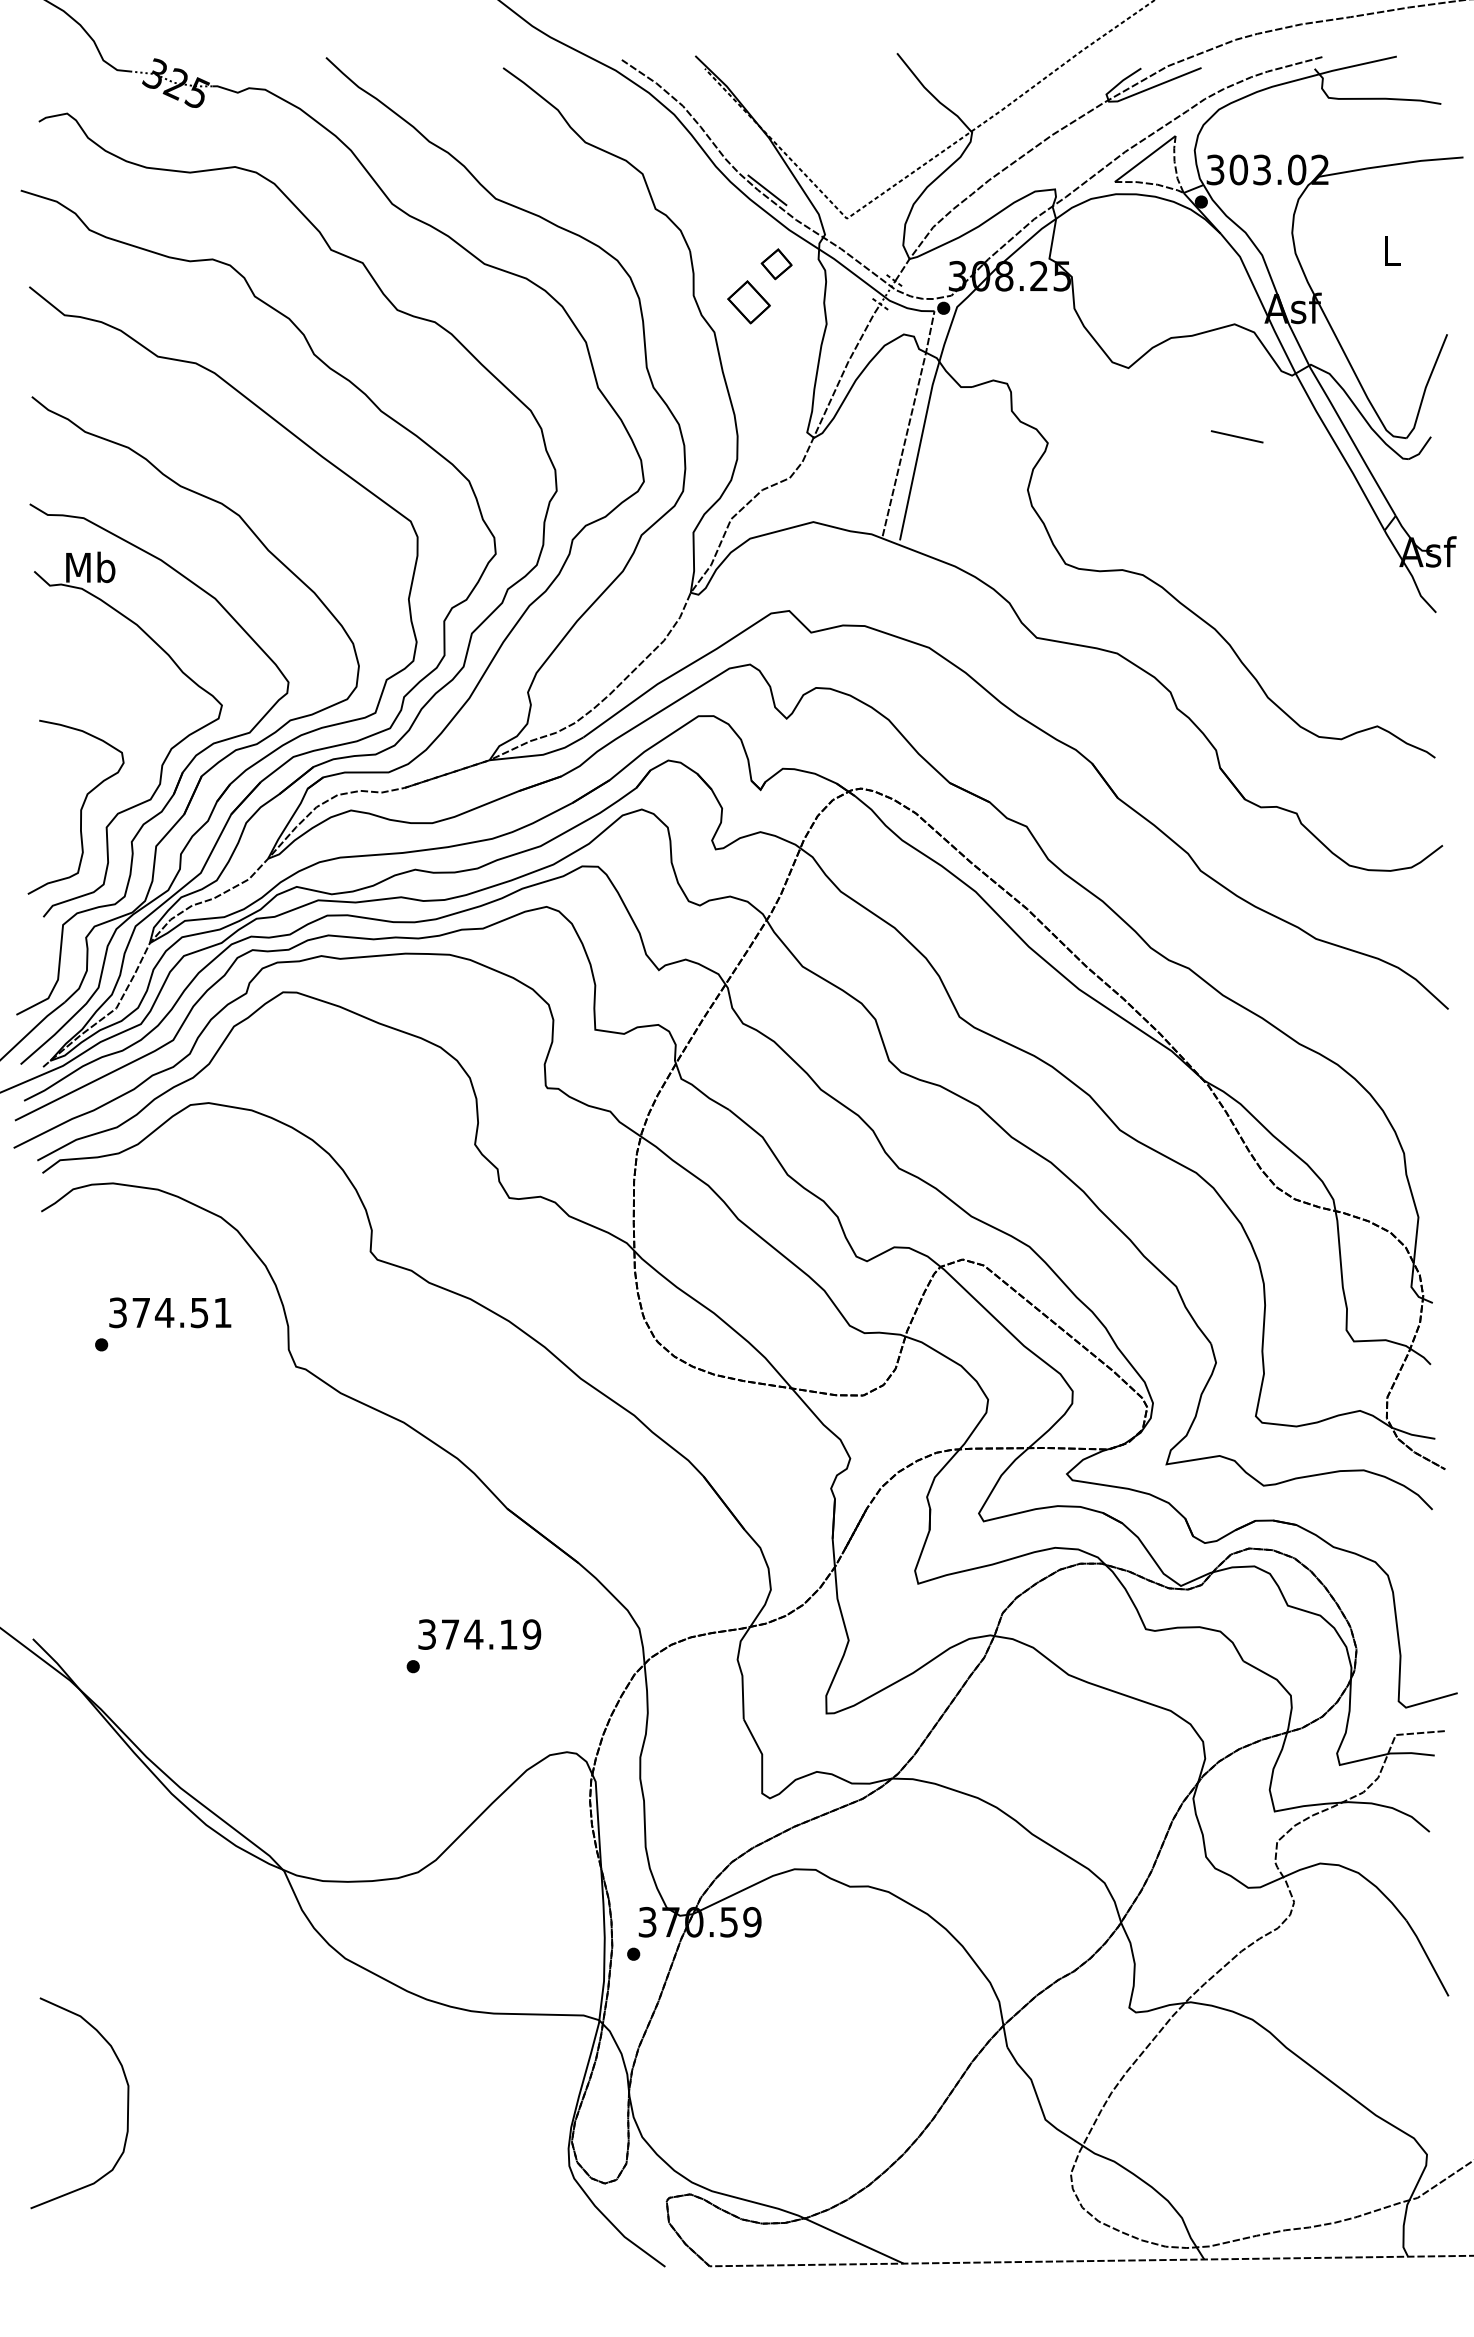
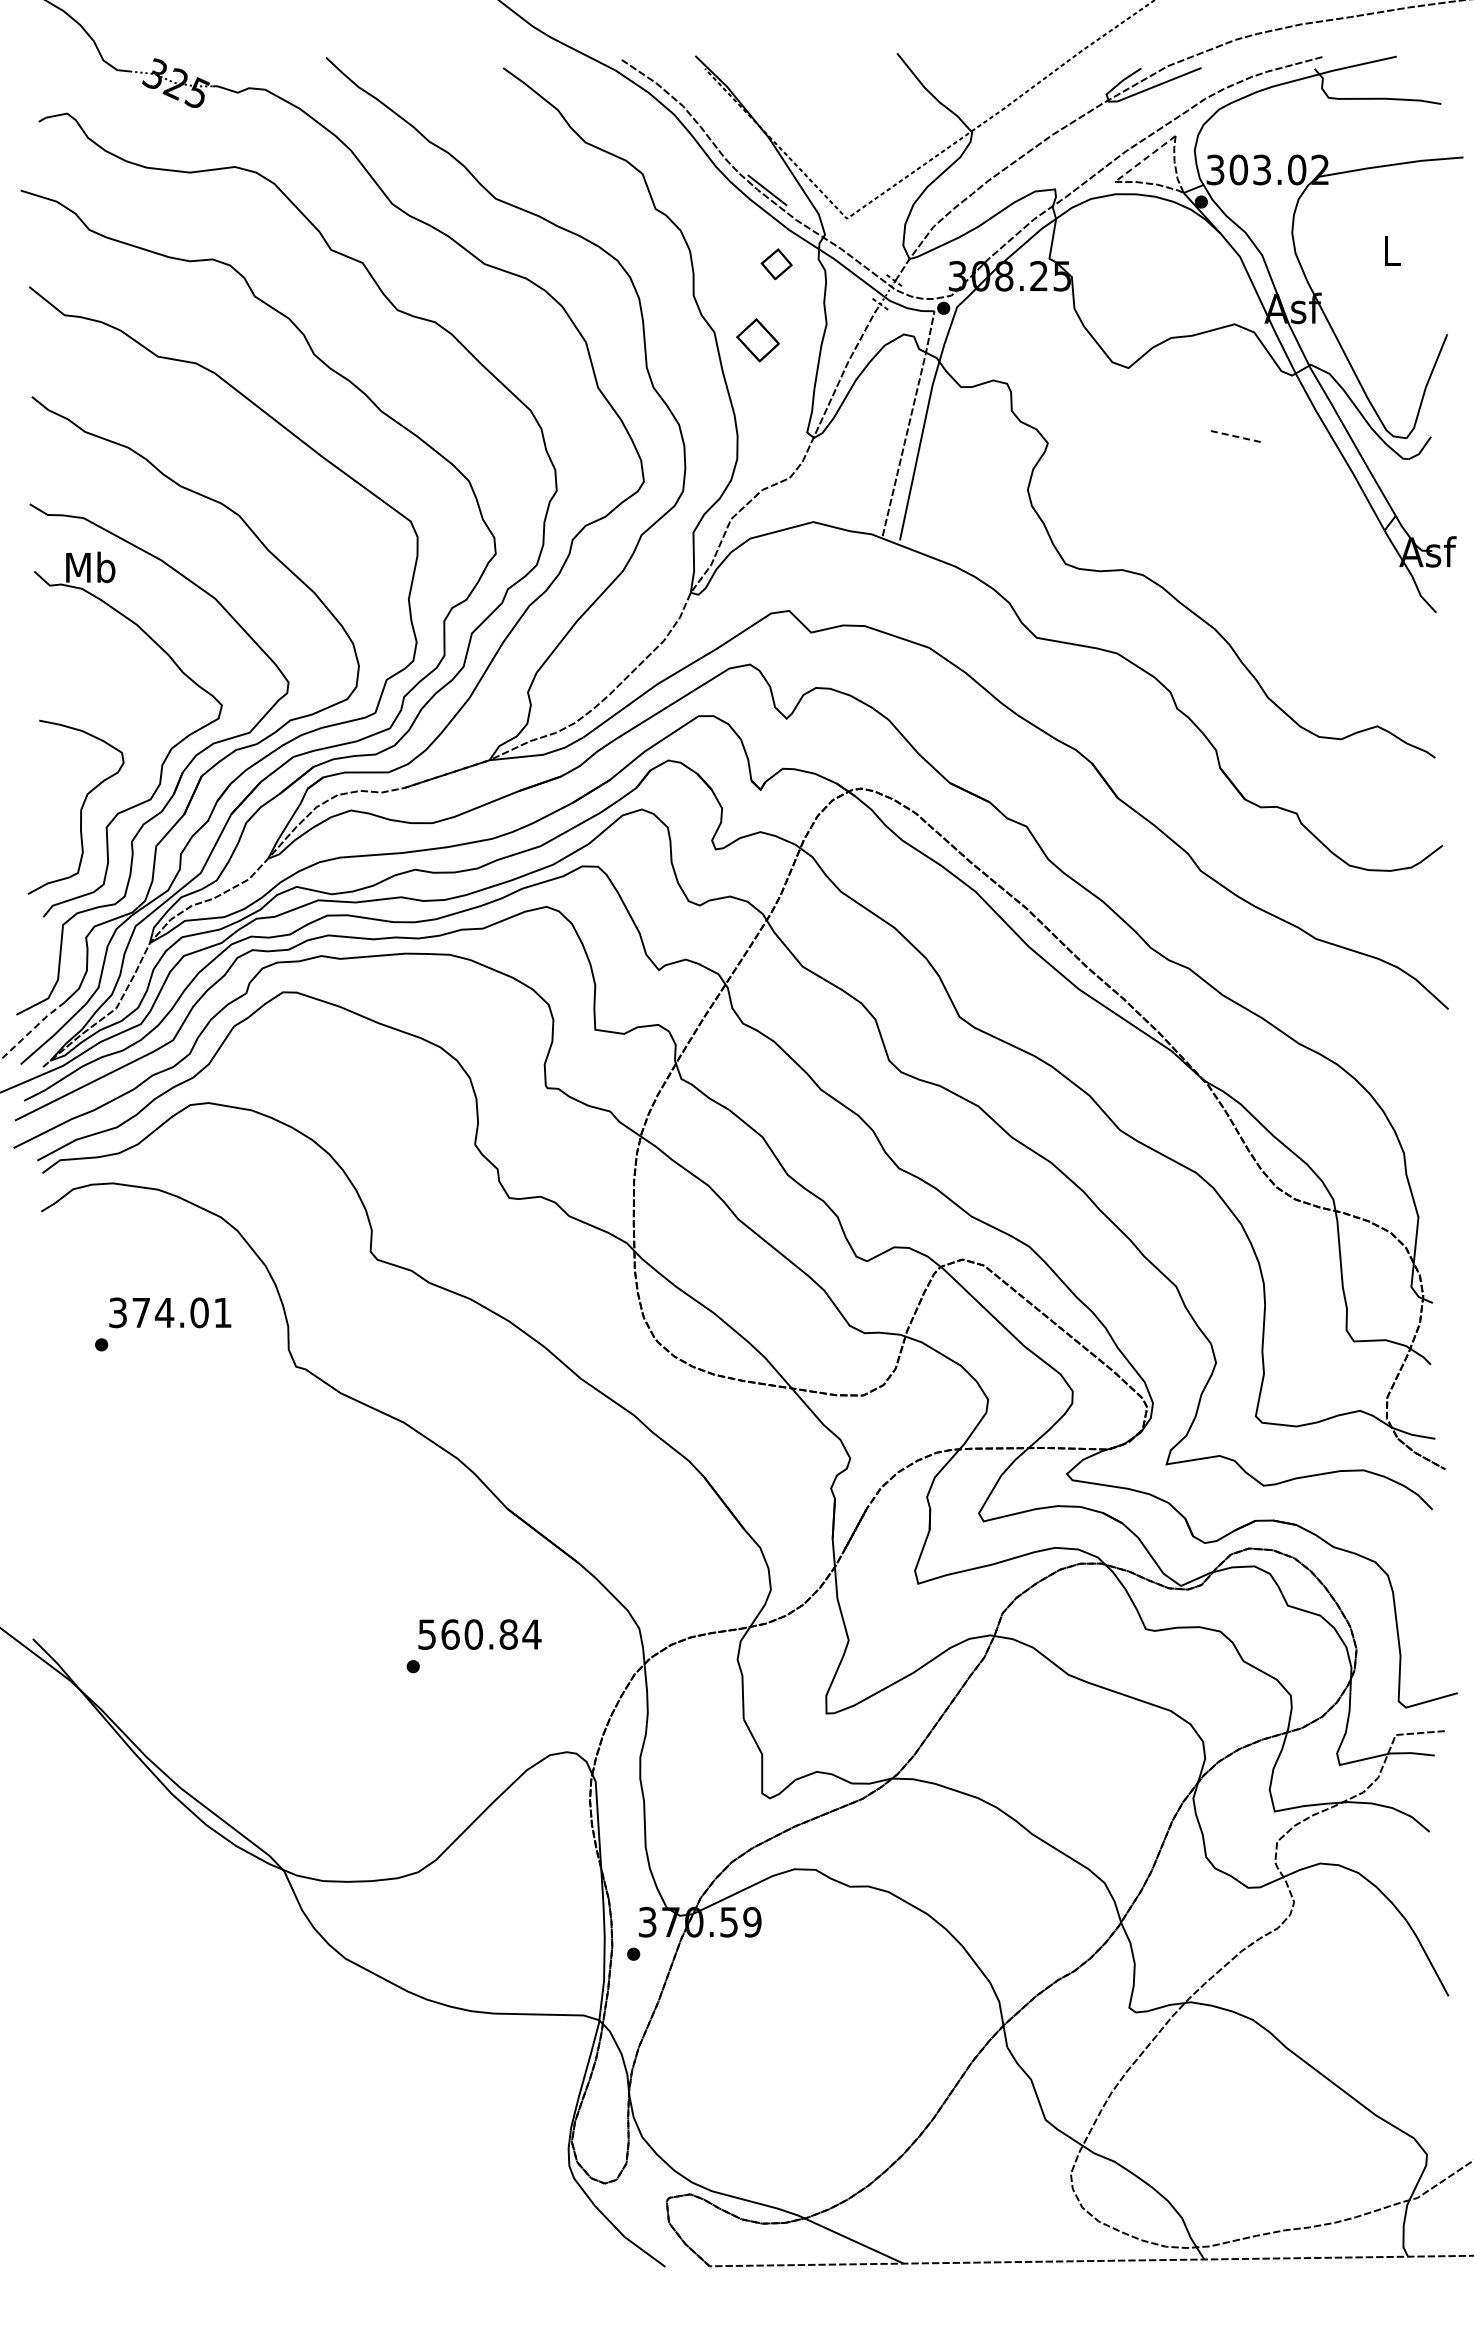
line at (1144, 159): solid -> dashed
part at (748, 302) position: (748, 302) -> (757, 340)
line at (1237, 436): solid -> dashed
line at (32, 1030): solid -> dashed
text at (199, 1312): 374.51 -> 374.01
text at (480, 1634): 374.19 -> 560.84
curve at (127, 2103): present -> none
